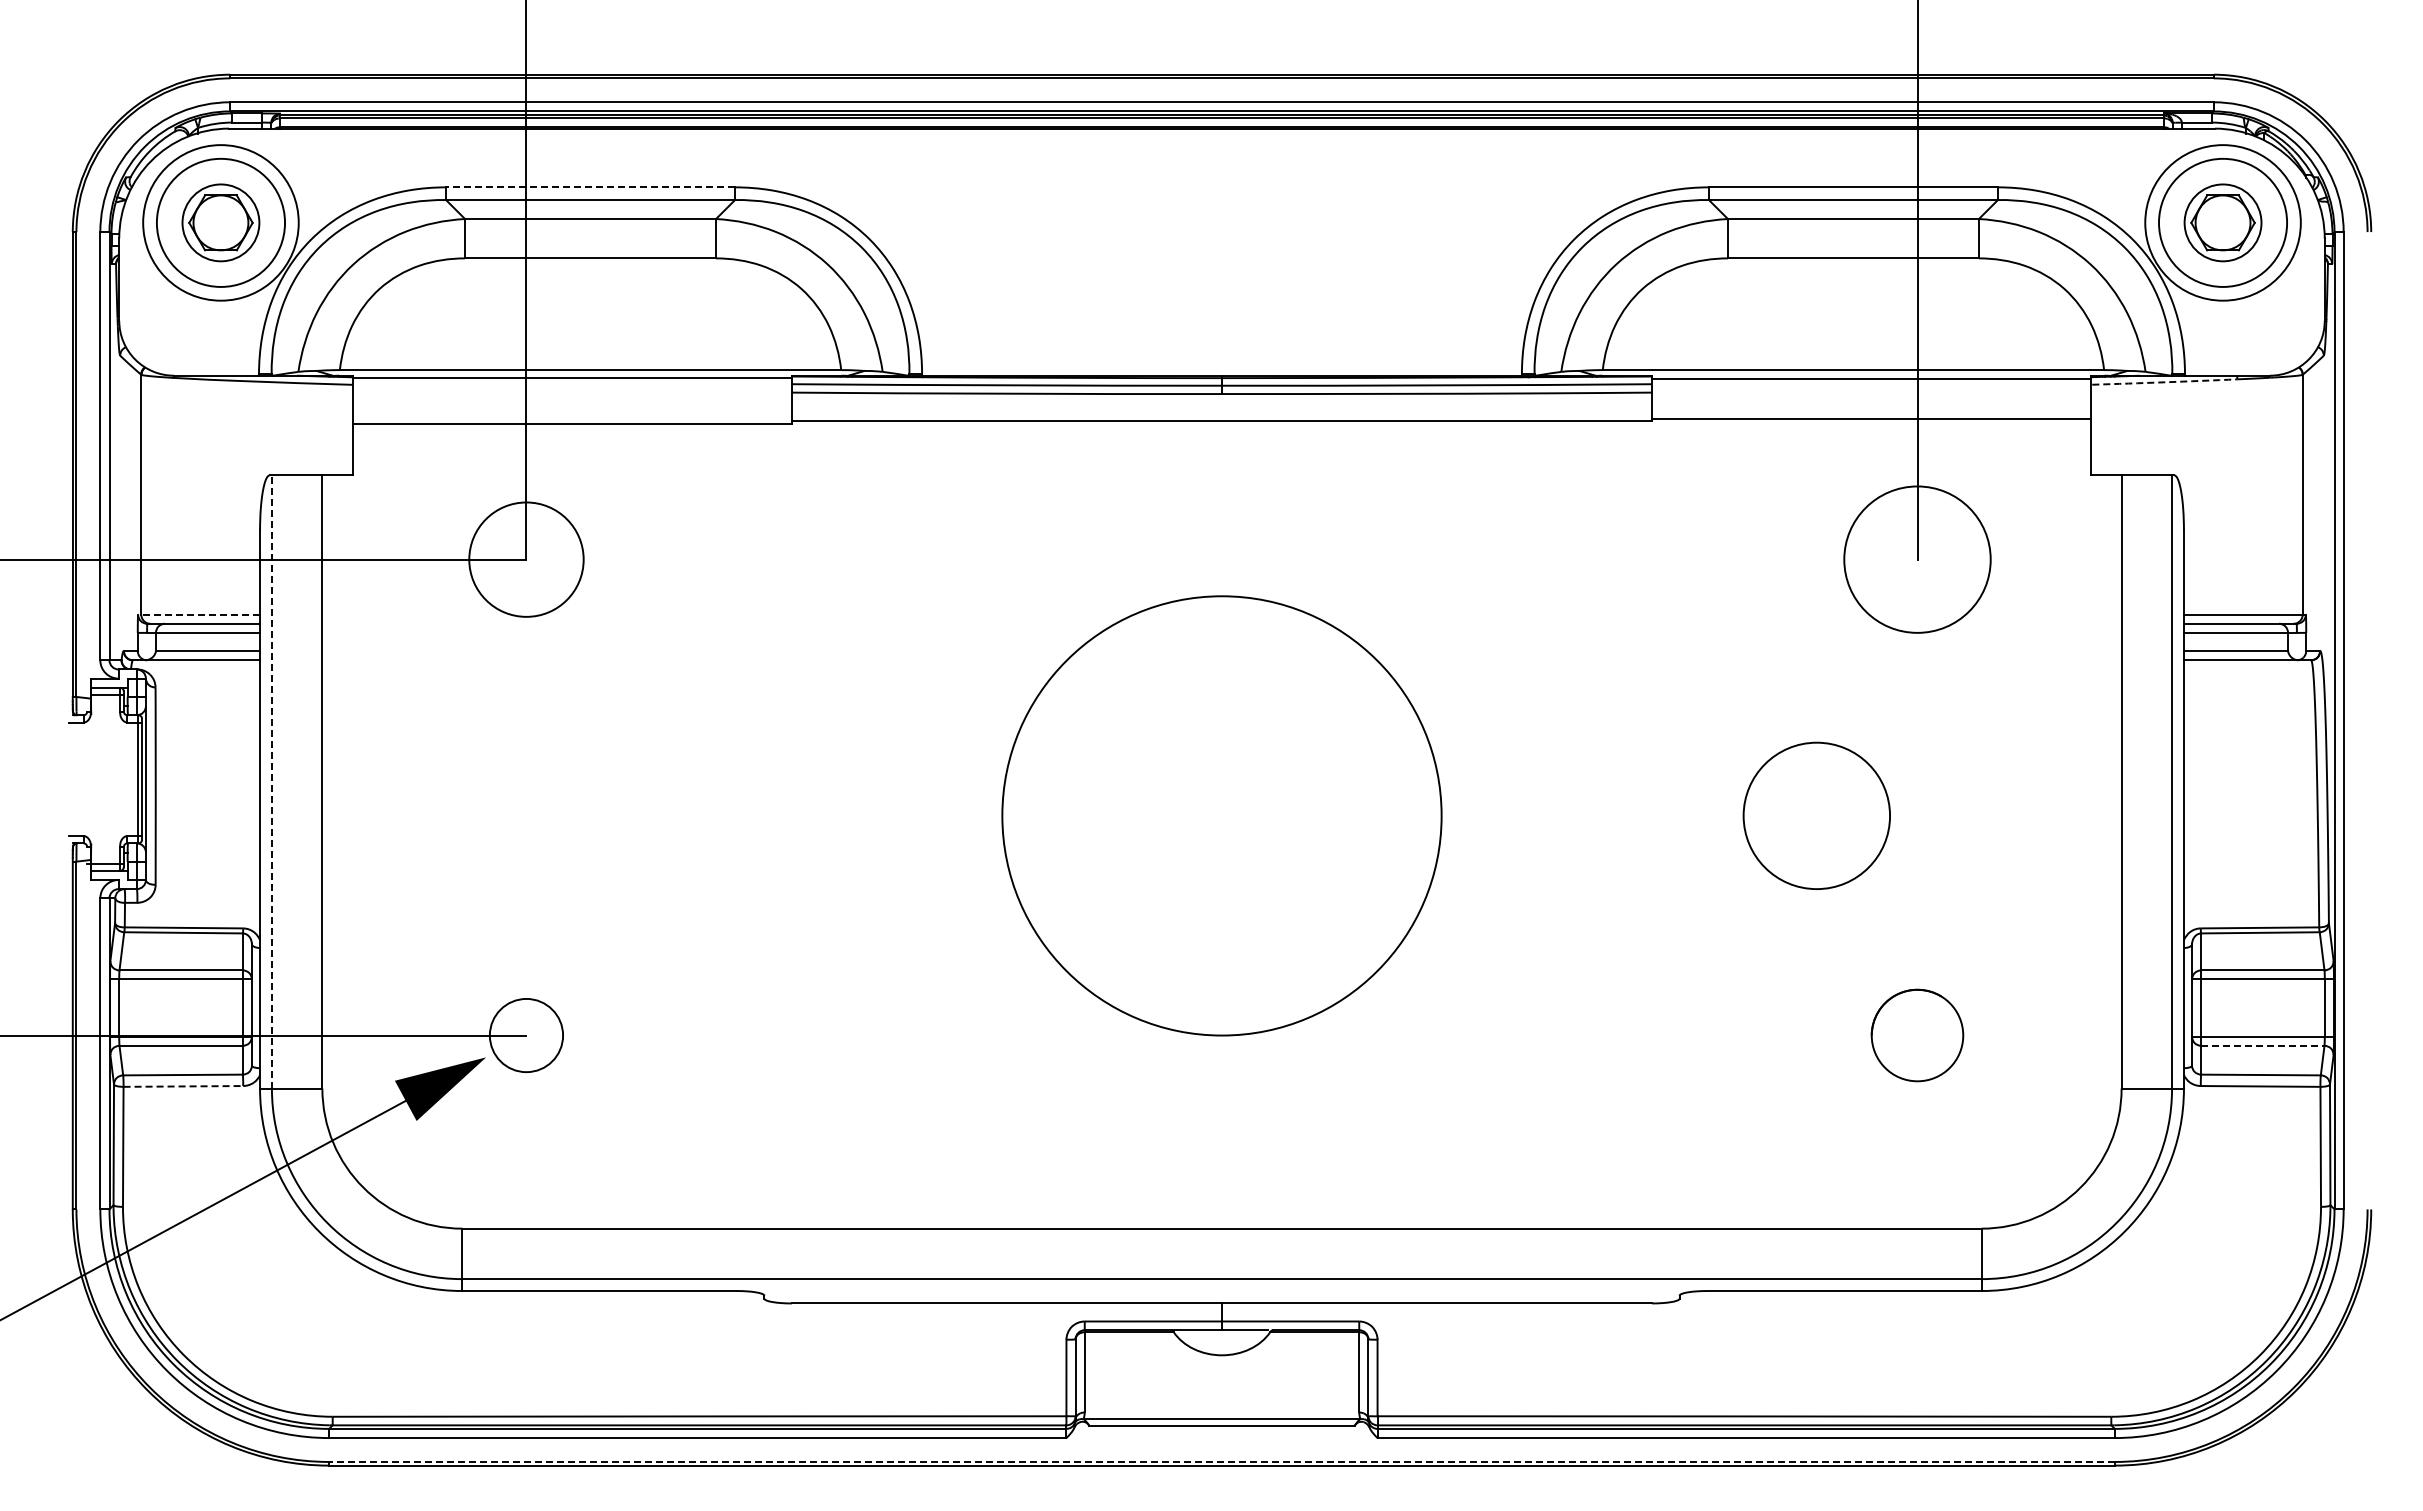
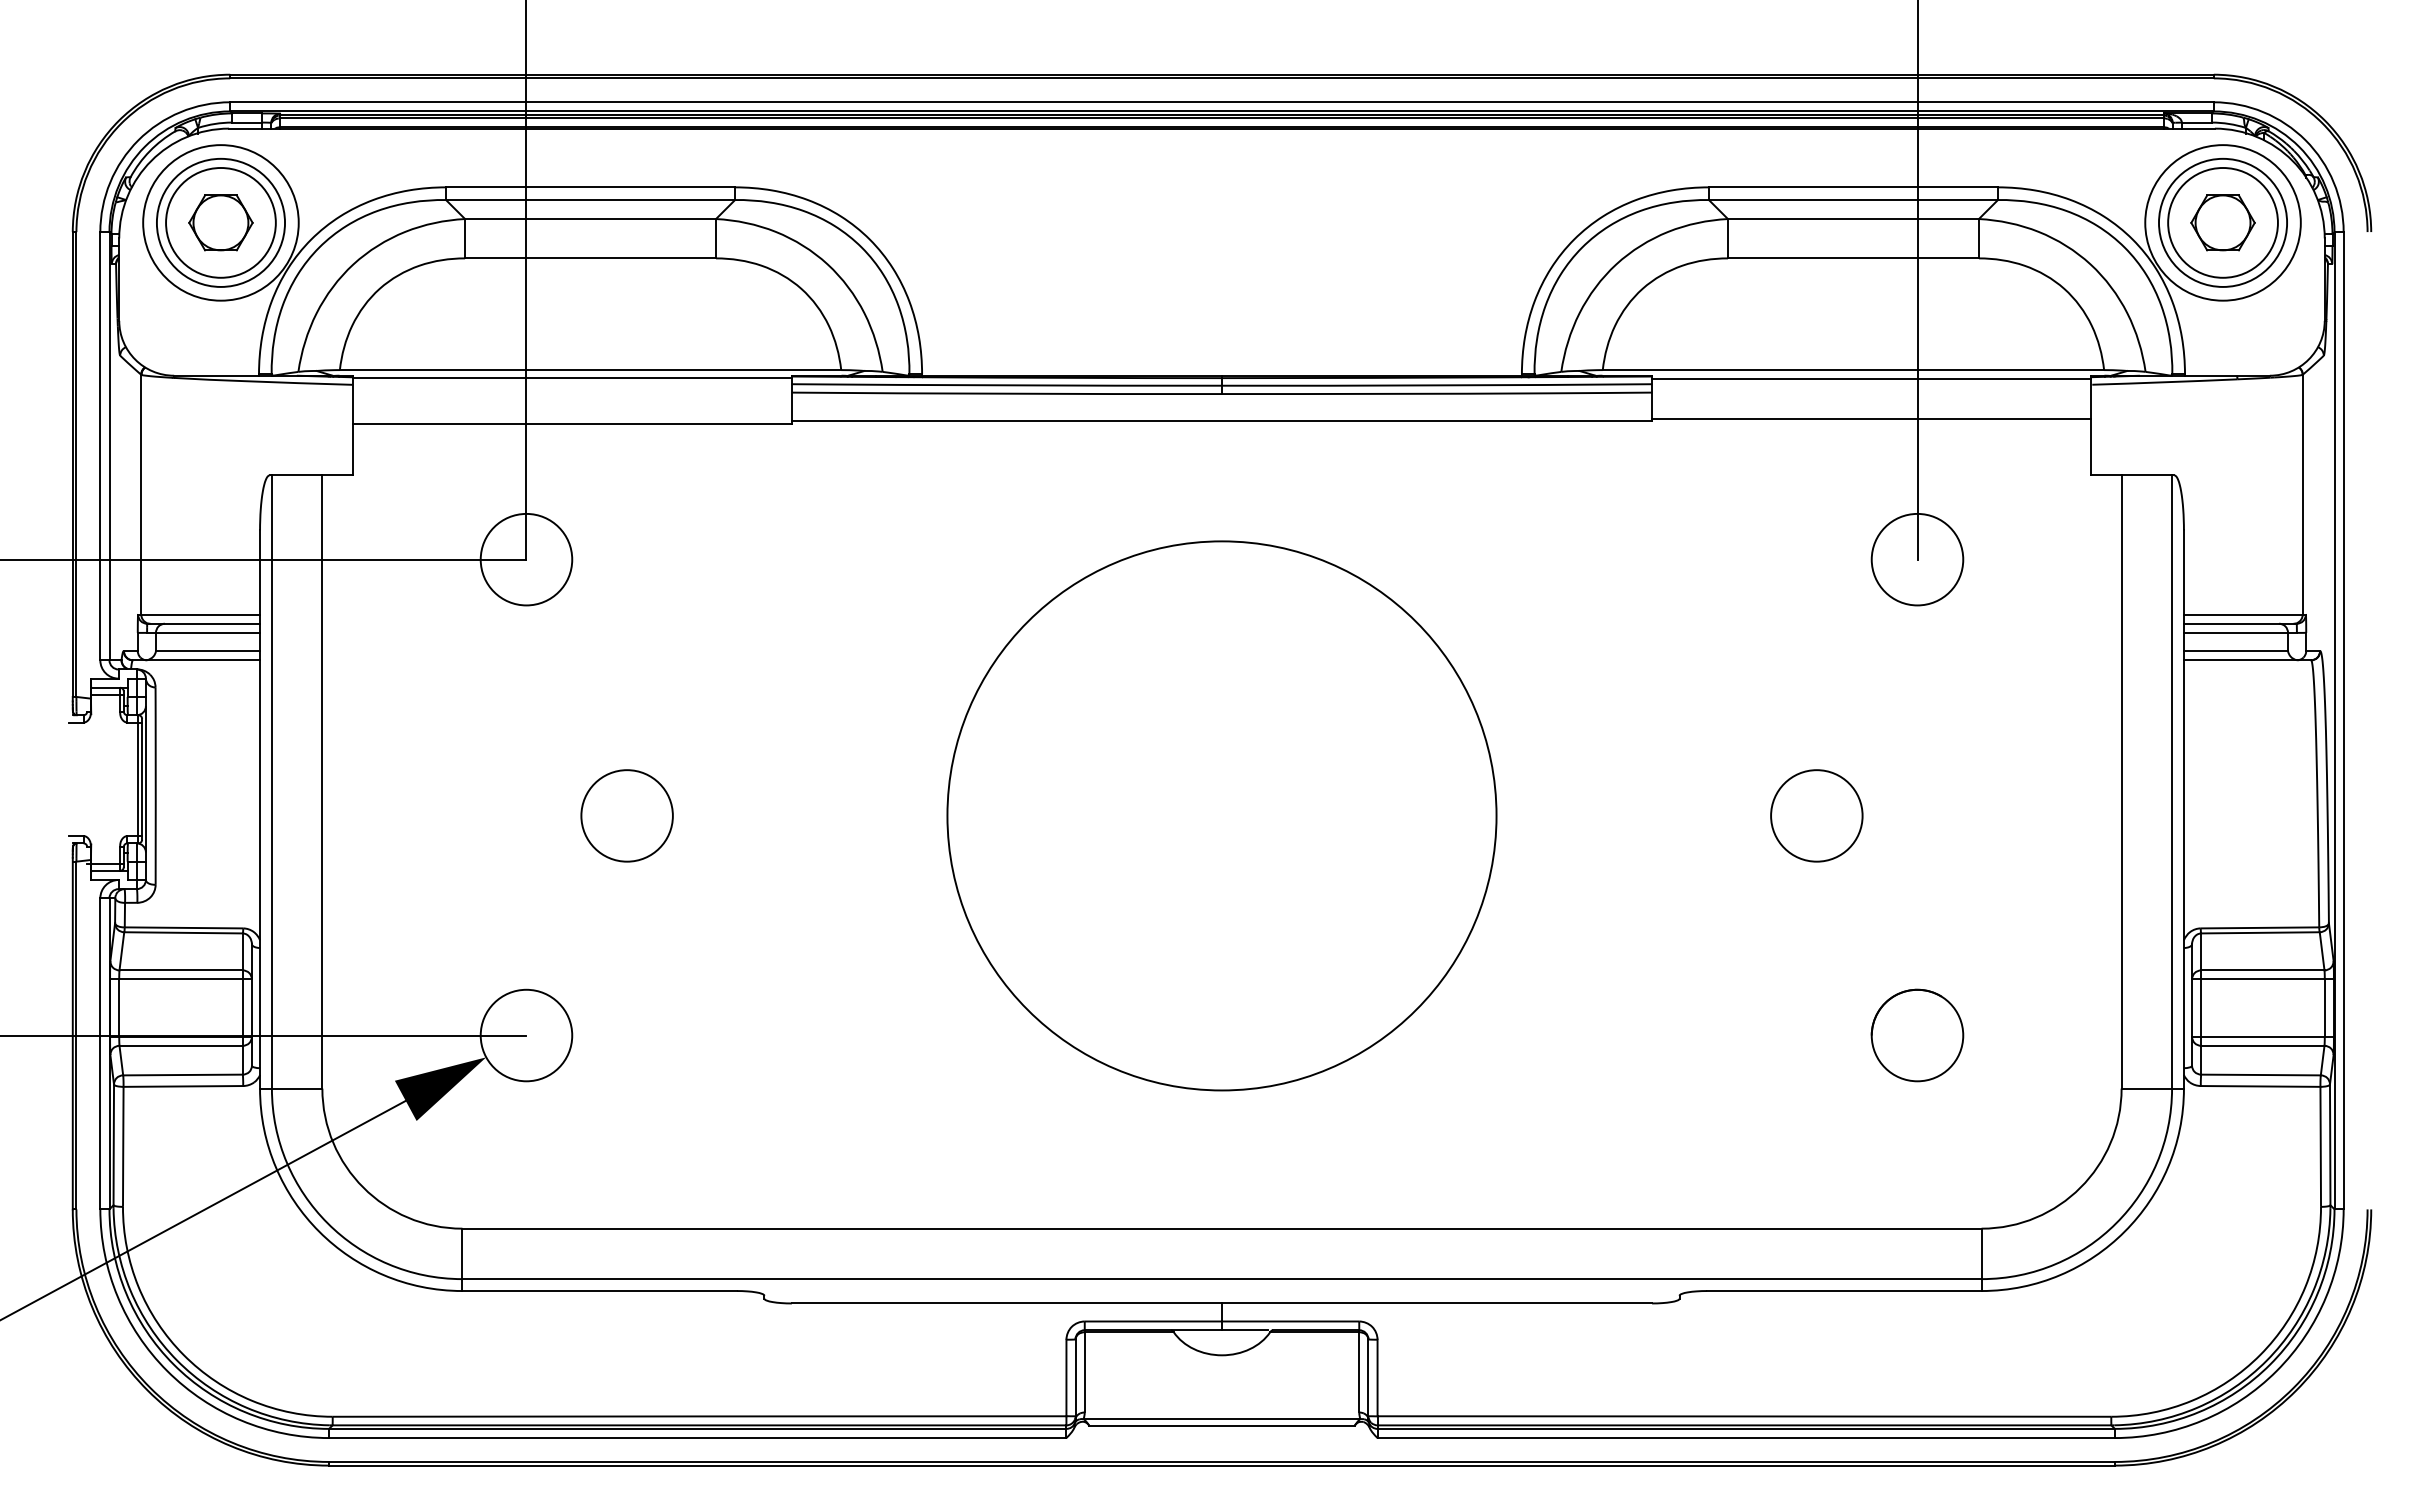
line at (590, 187): dashed -> solid
circle at (220, 222) diameter: 77 px -> 110 px
circle at (2222, 222) diameter: 77 px -> 110 px
arc at (2164, 382): dashed -> solid
circle at (526, 559) diameter: 114 px -> 92 px
circle at (1917, 559) diameter: 146 px -> 92 px
line at (199, 614): dashed -> solid
line at (271, 782): dashed -> solid
circle at (626, 815): none -> present
circle at (1221, 815) diameter: 439 px -> 549 px
circle at (1816, 815) diameter: 146 px -> 92 px
circle at (526, 1035) diameter: 73 px -> 92 px
line at (2262, 1045): dashed -> solid
line at (183, 1086): dashed -> solid
line at (1221, 1461): dashed -> solid
